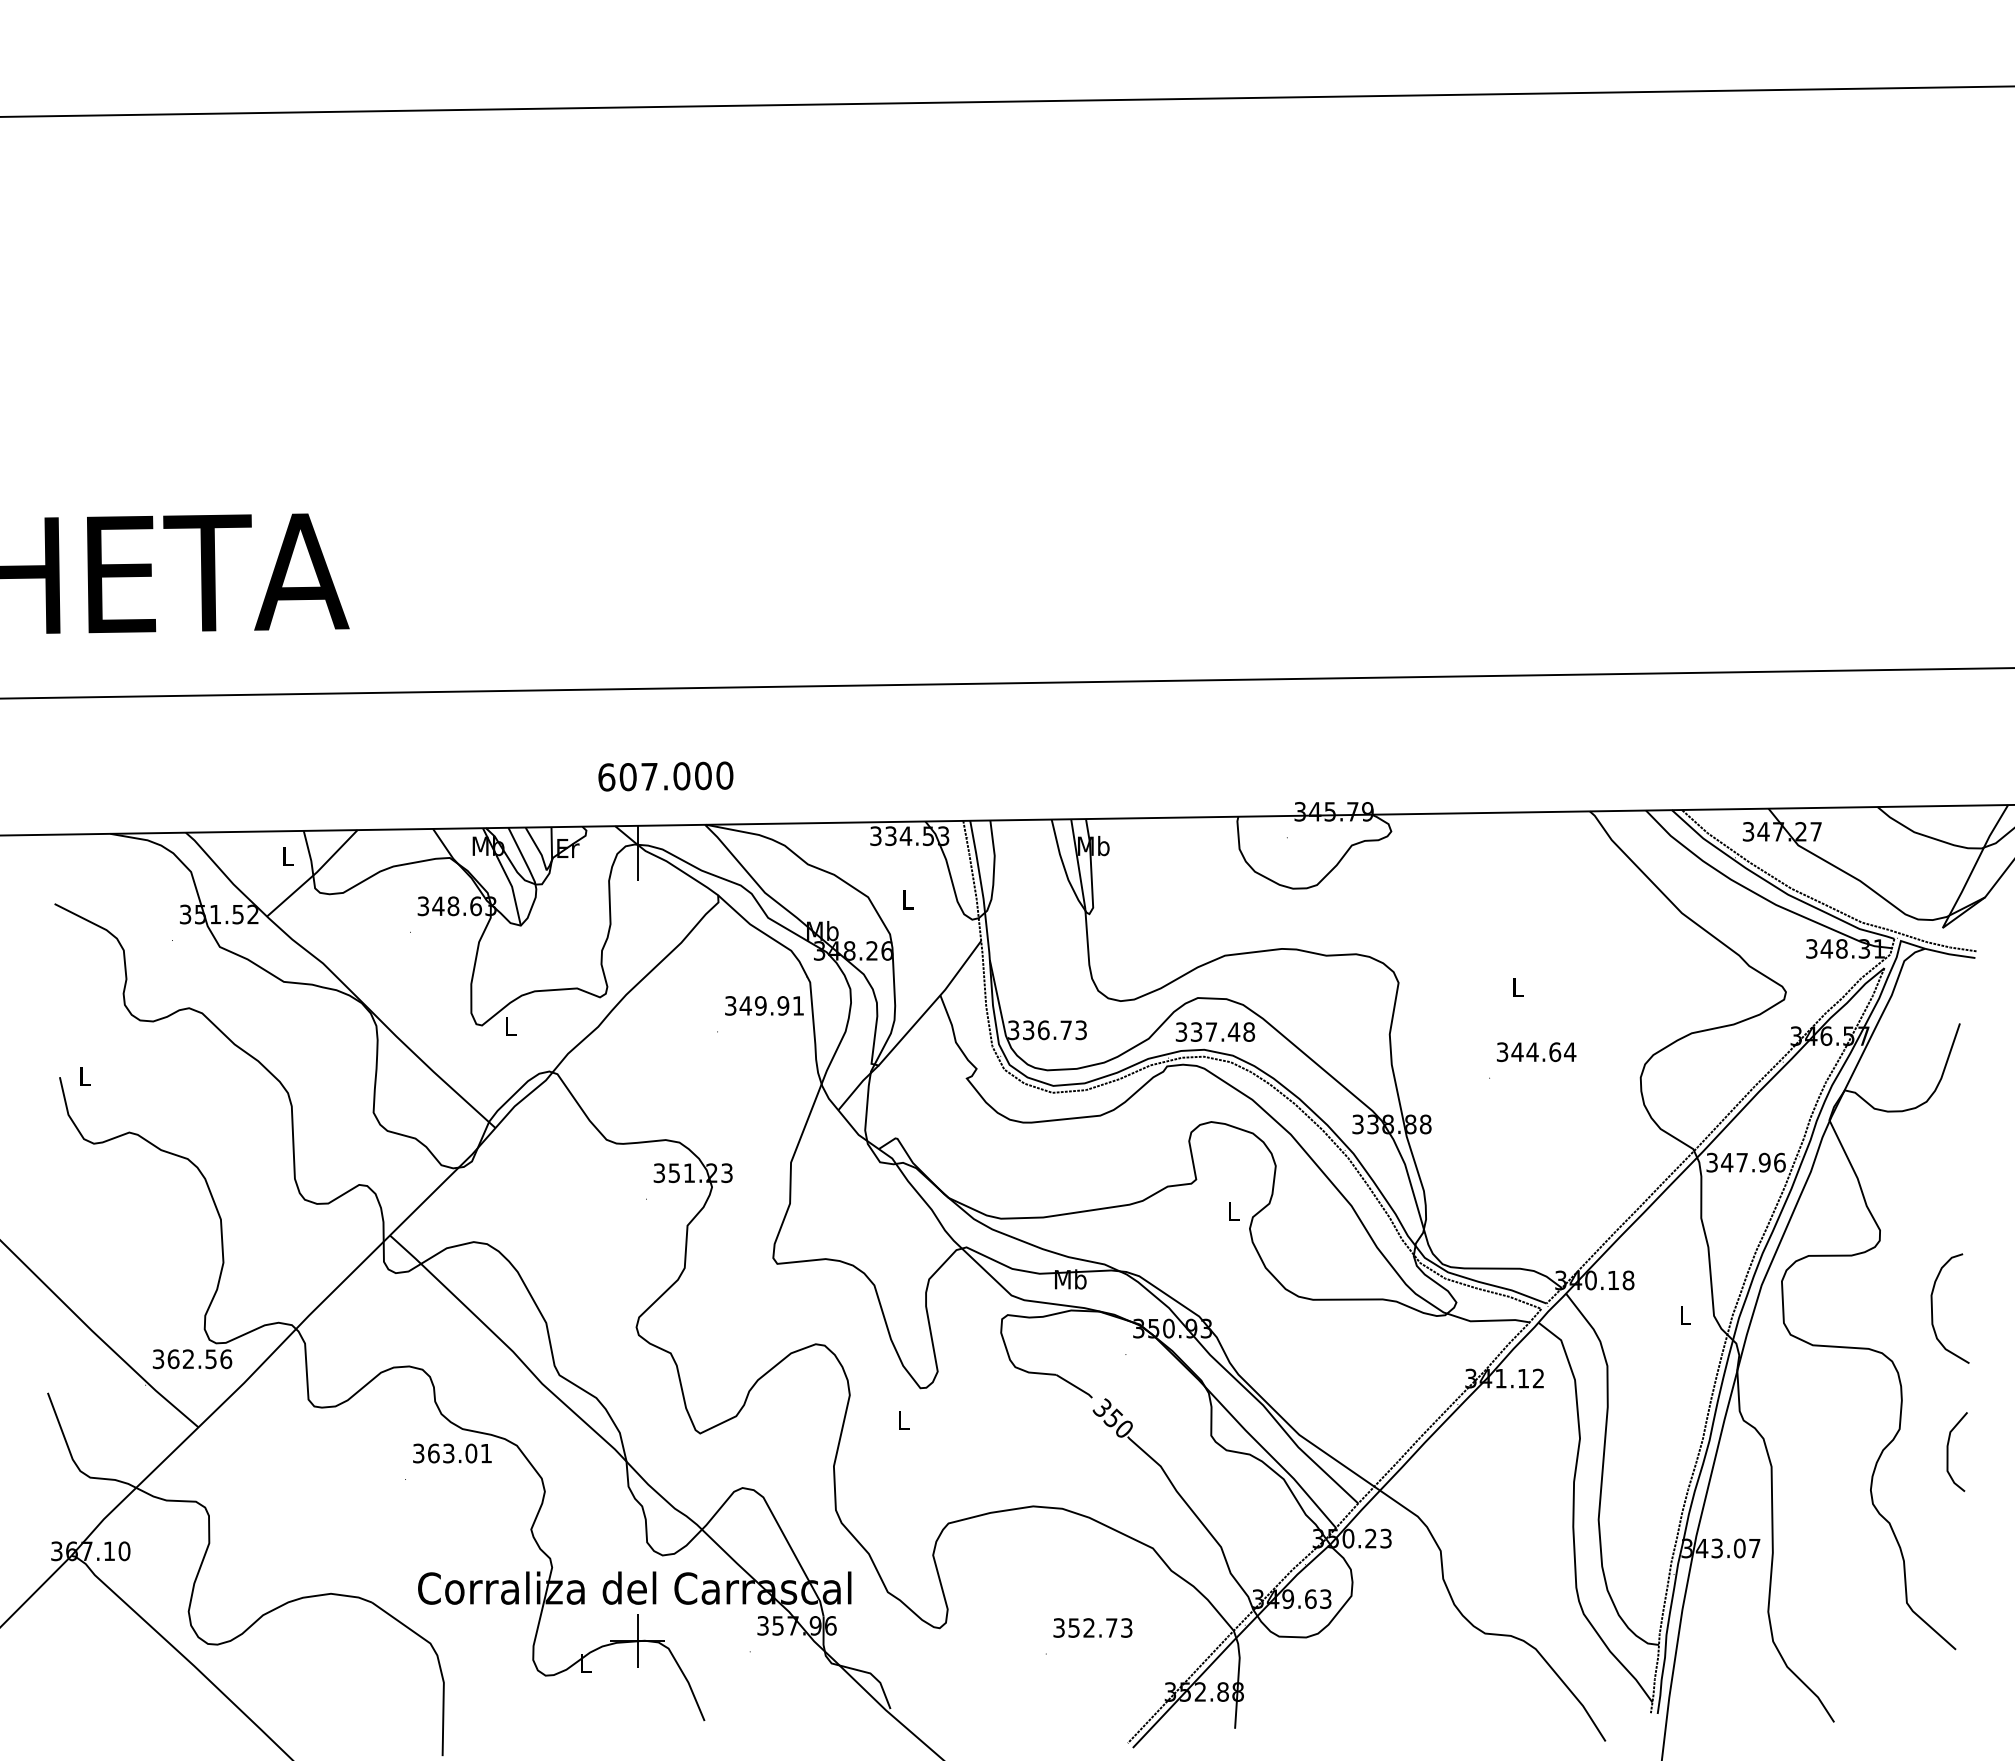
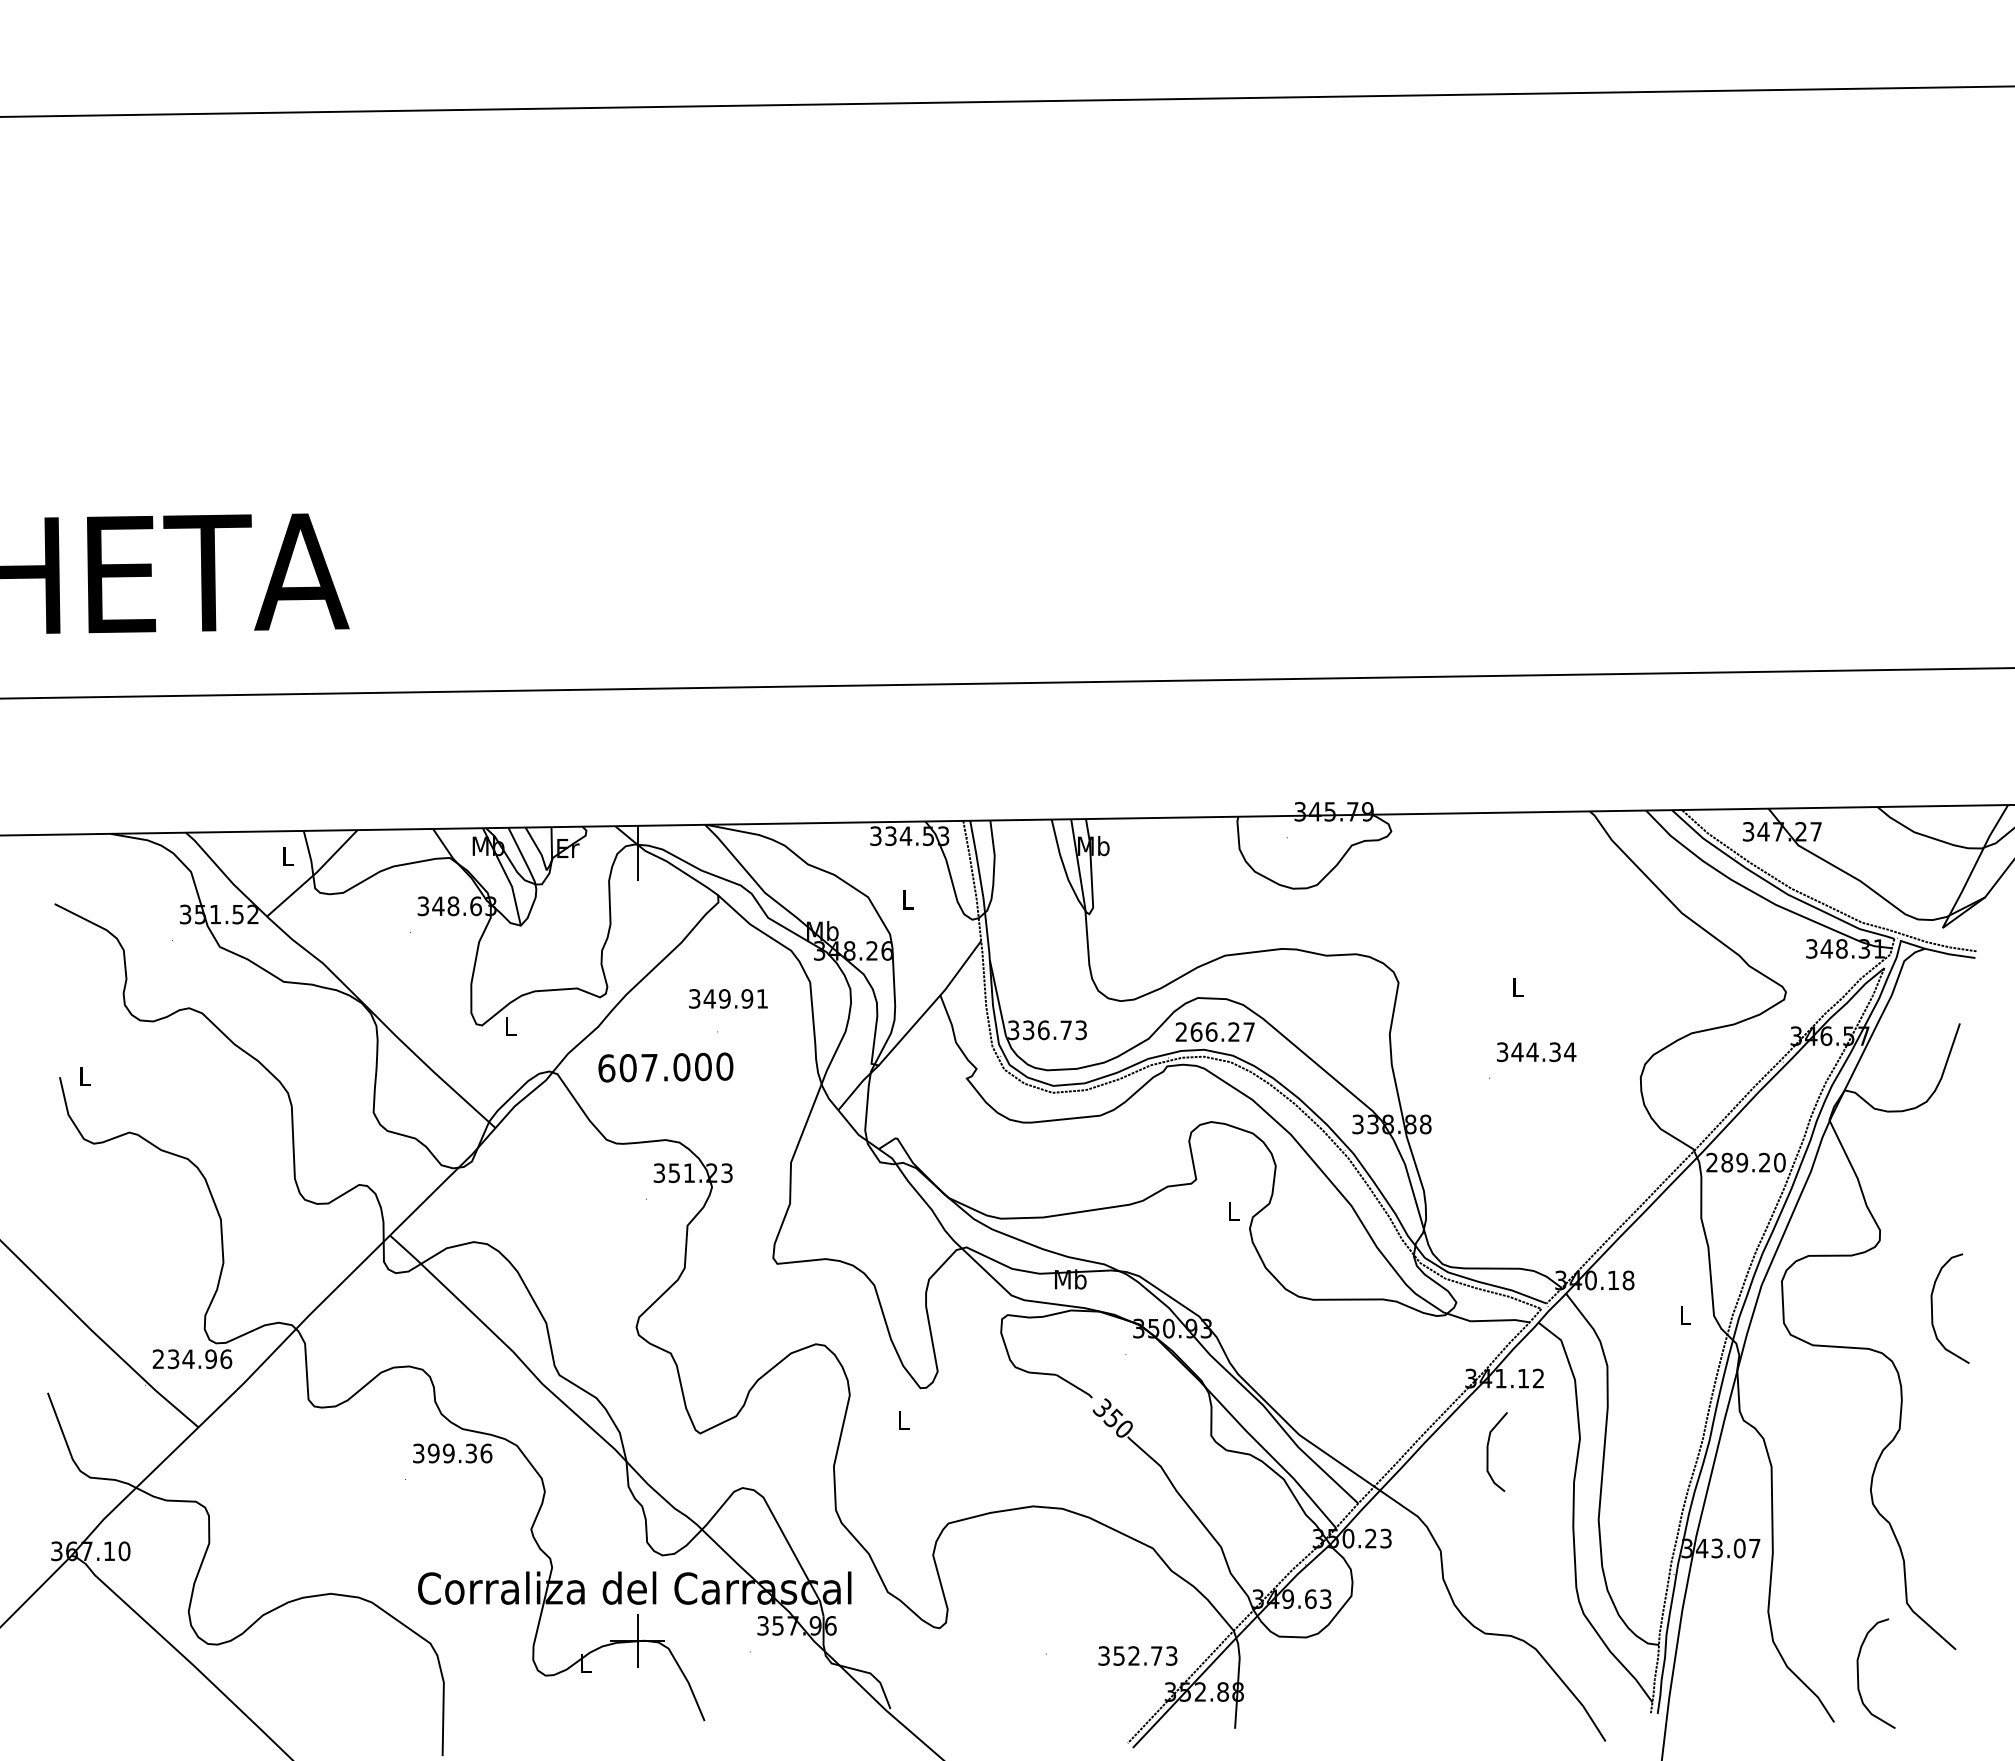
text at (665, 776) position: (665, 776) -> (665, 1067)
text at (764, 1005) position: (764, 1005) -> (728, 998)
text at (1215, 1031): 337.48 -> 266.27
text at (1555, 1052): 344.64 -> 344.34
text at (1745, 1162): 347.96 -> 289.20
text at (184, 1359): 362.56 -> 234.96
curve at (1948, 1451) position: (1948, 1451) -> (1488, 1451)
text at (459, 1453): 363.01 -> 399.36
text at (1092, 1627) position: (1092, 1627) -> (1137, 1655)
curve at (1858, 1673): none -> present
